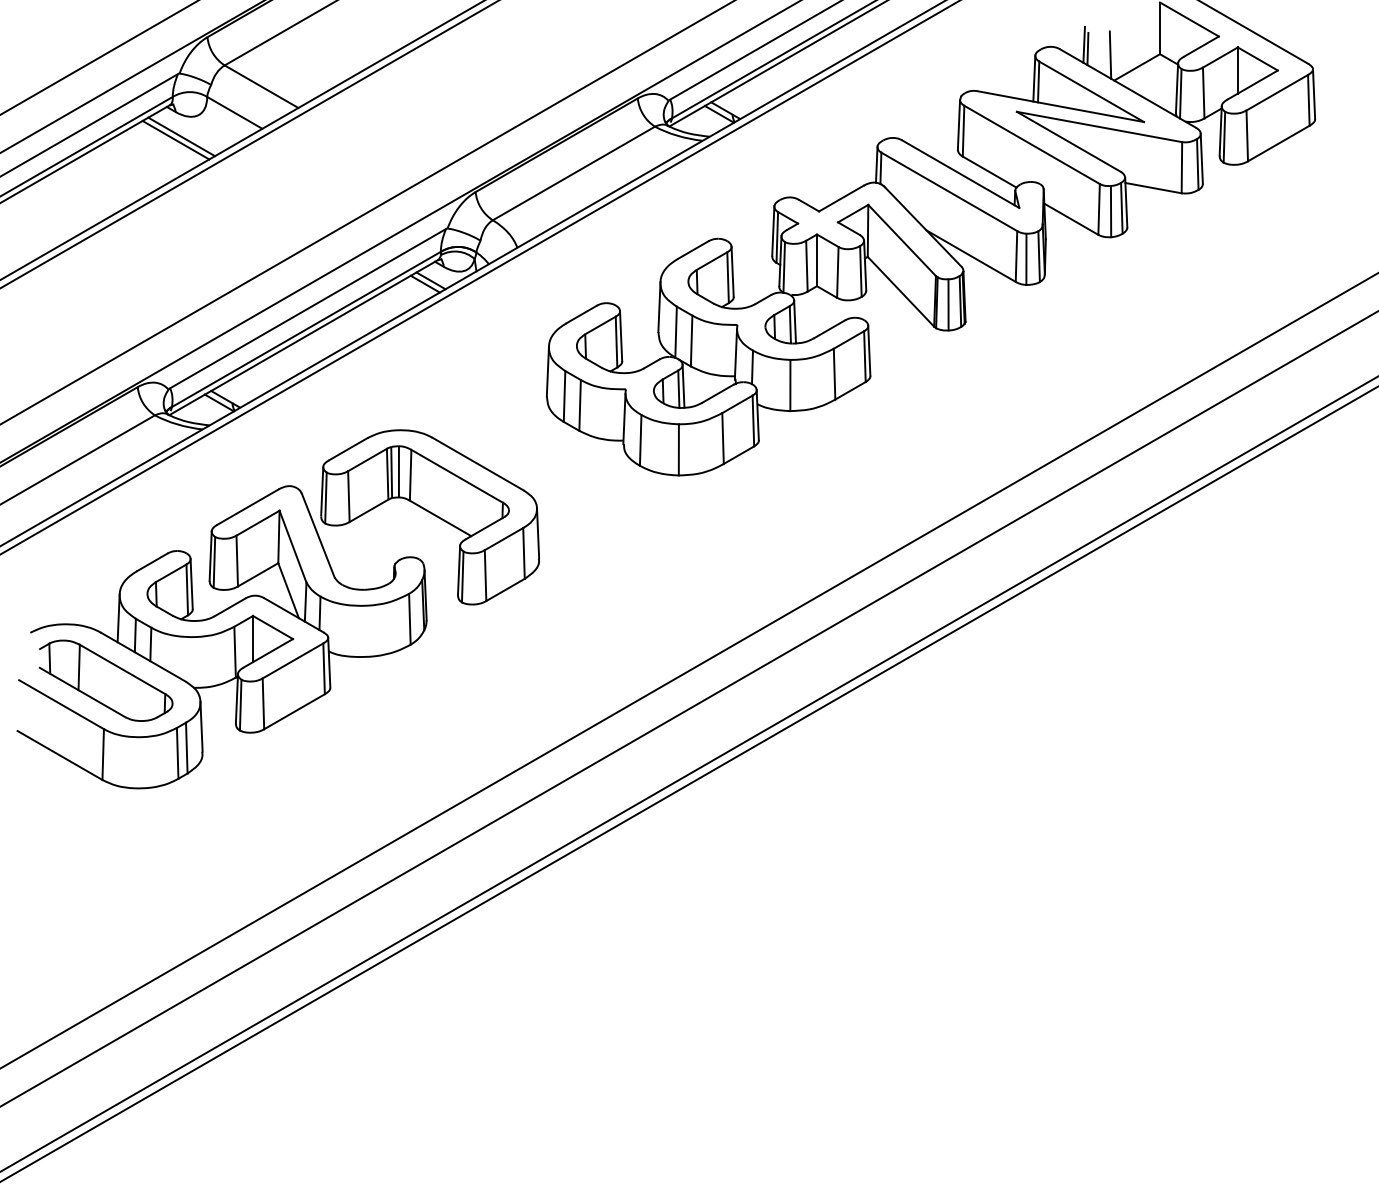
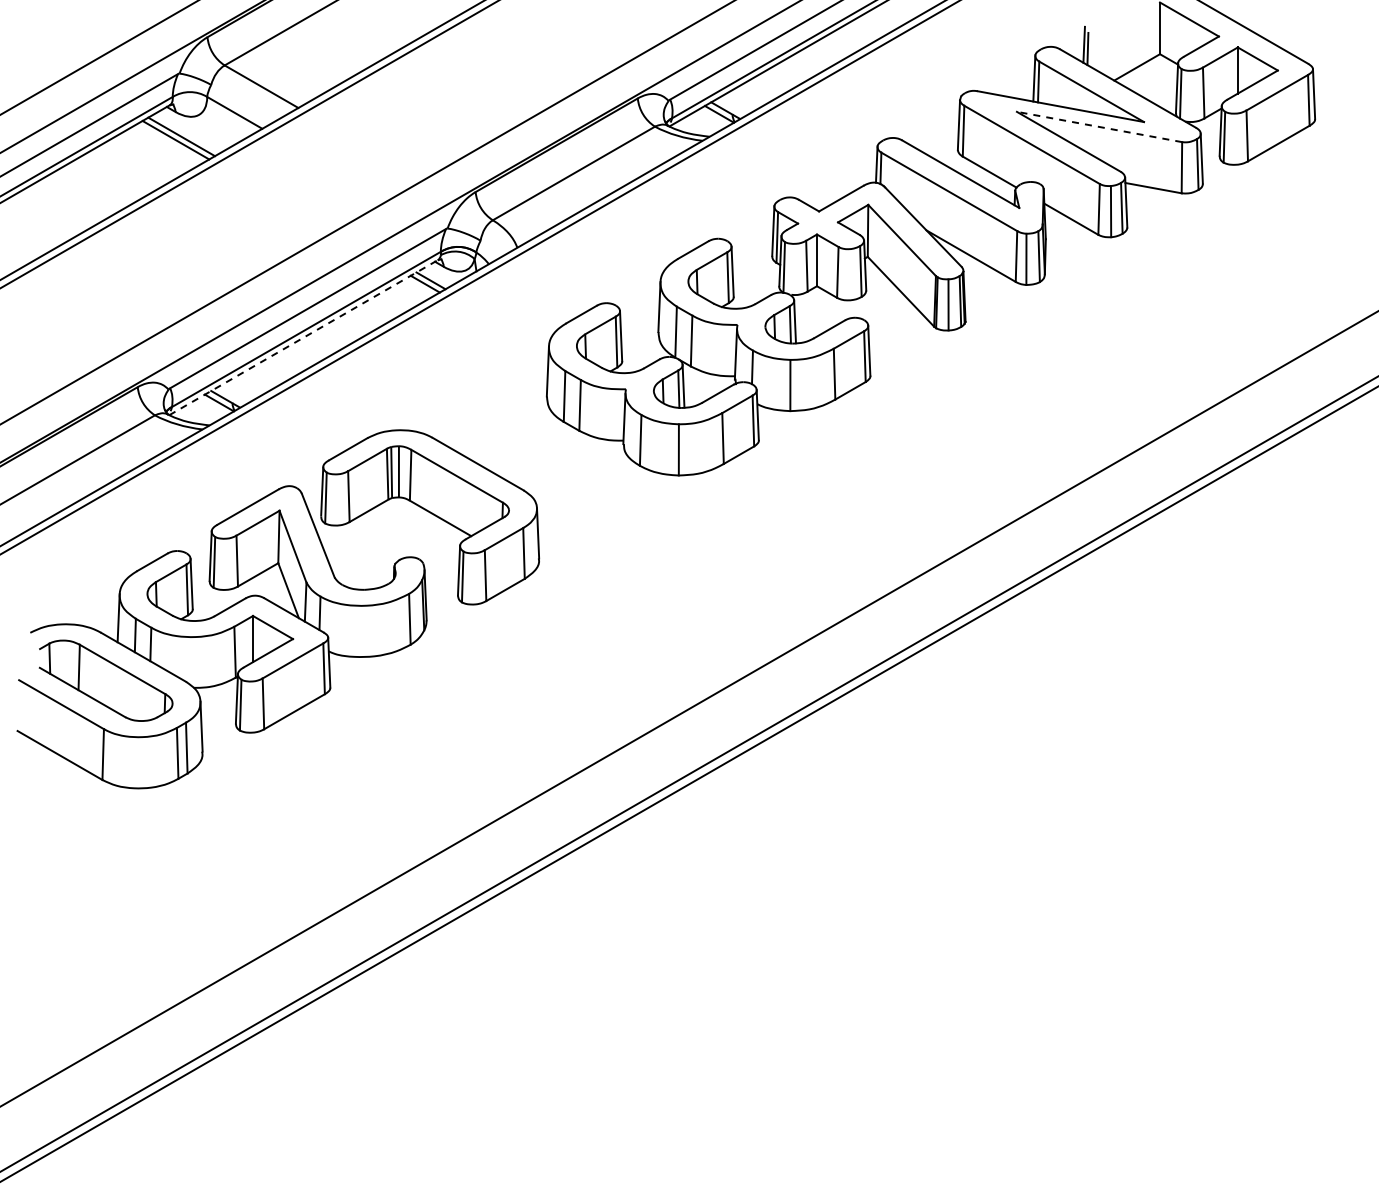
line at (1110, 54): present -> none
line at (1099, 126): solid -> dashed
line at (303, 337): solid -> dashed
line at (688, 670): present -> none
